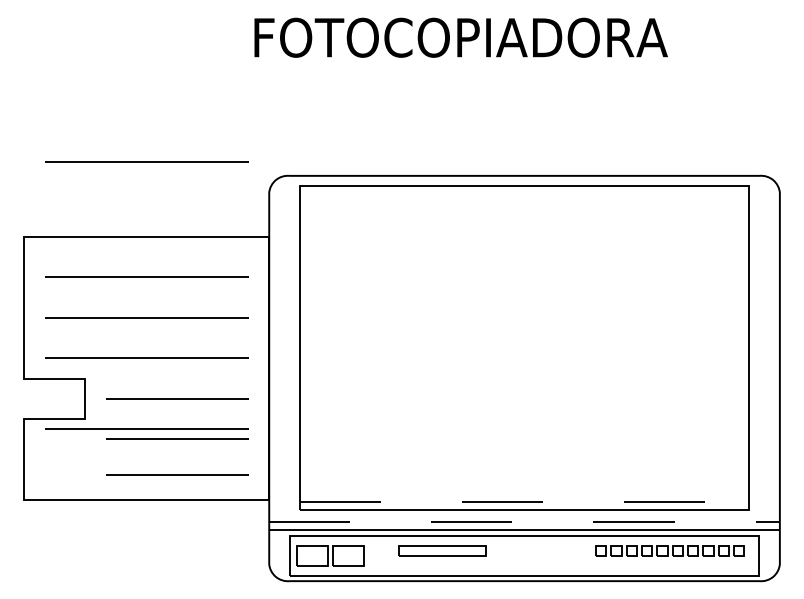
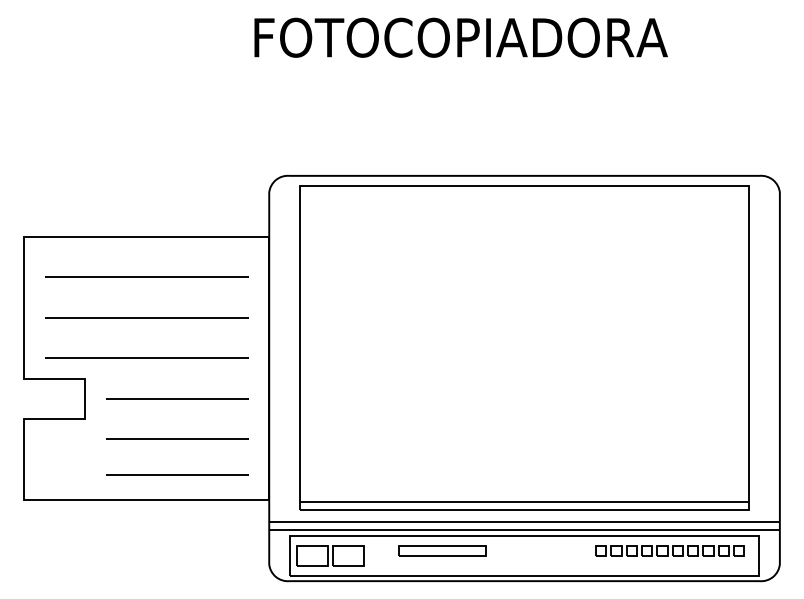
line at (146, 161): present -> none
line at (146, 428): present -> none
line at (524, 501): dashed -> solid
line at (525, 522): dashed -> solid
